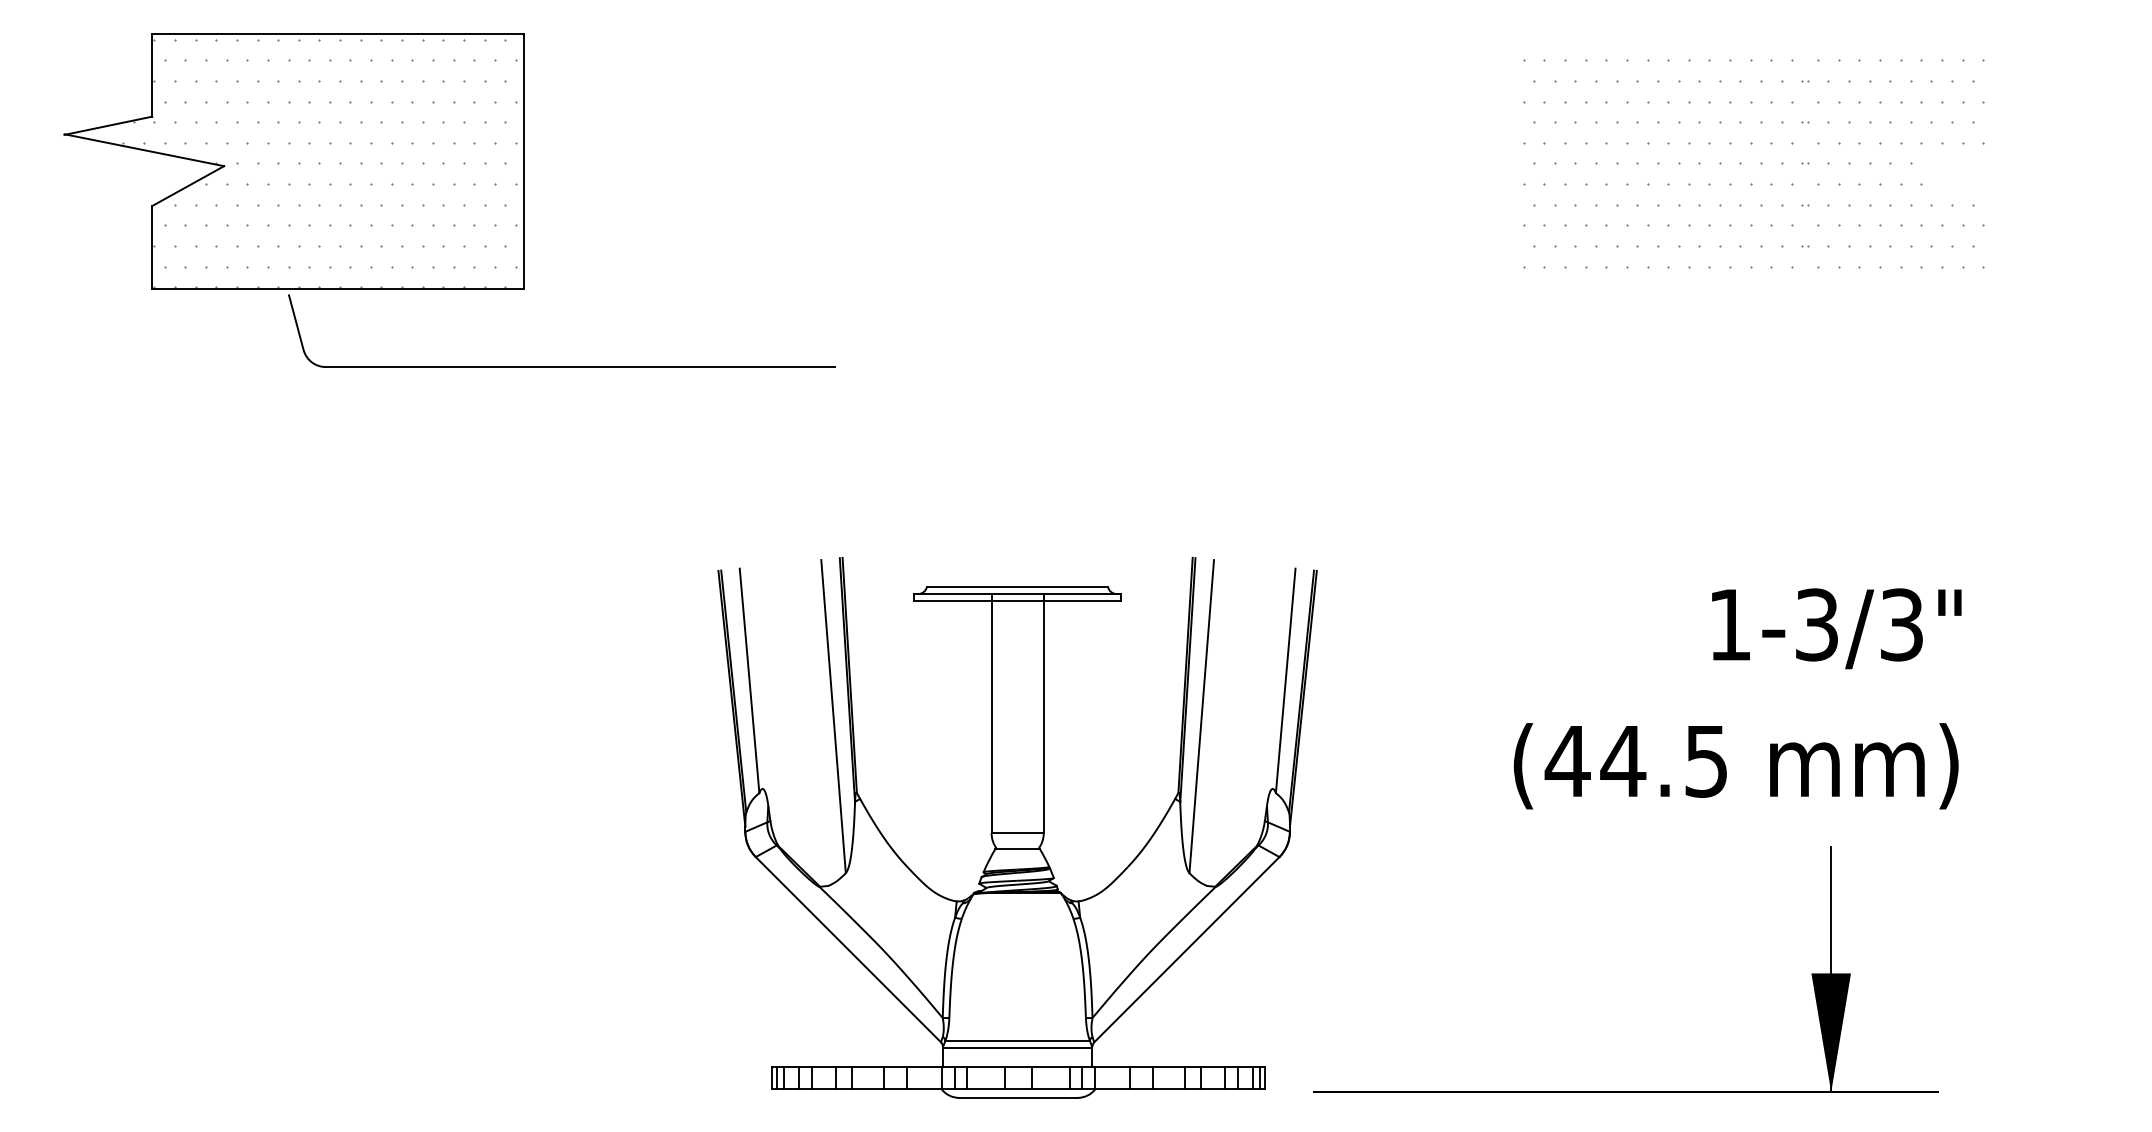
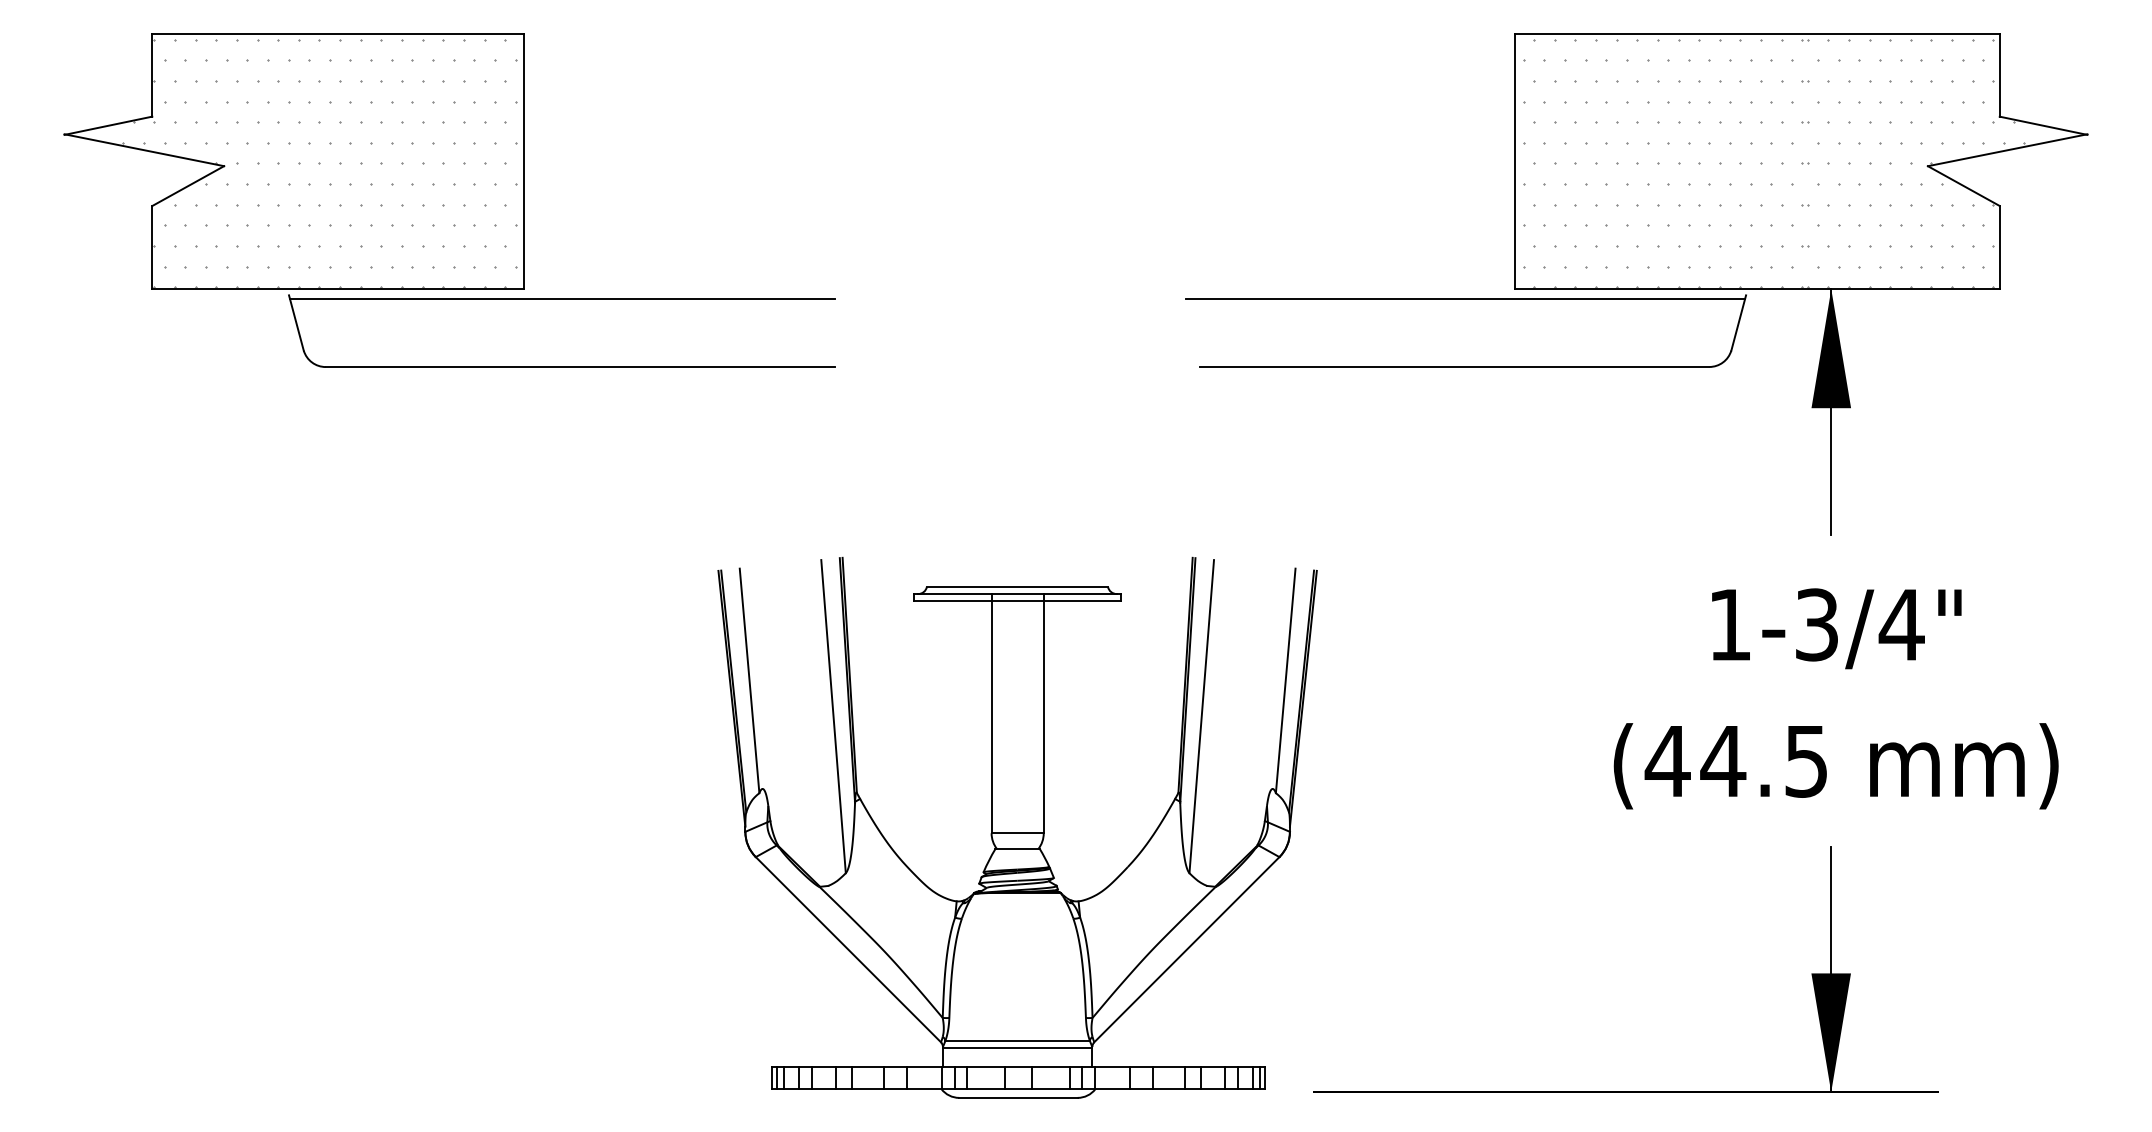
part at (1636, 284): none -> present
line at (562, 298): none -> present
text at (1901, 624): 1-3/3" -> 1-3/4"
text at (1735, 766) position: (1735, 766) -> (1835, 766)
